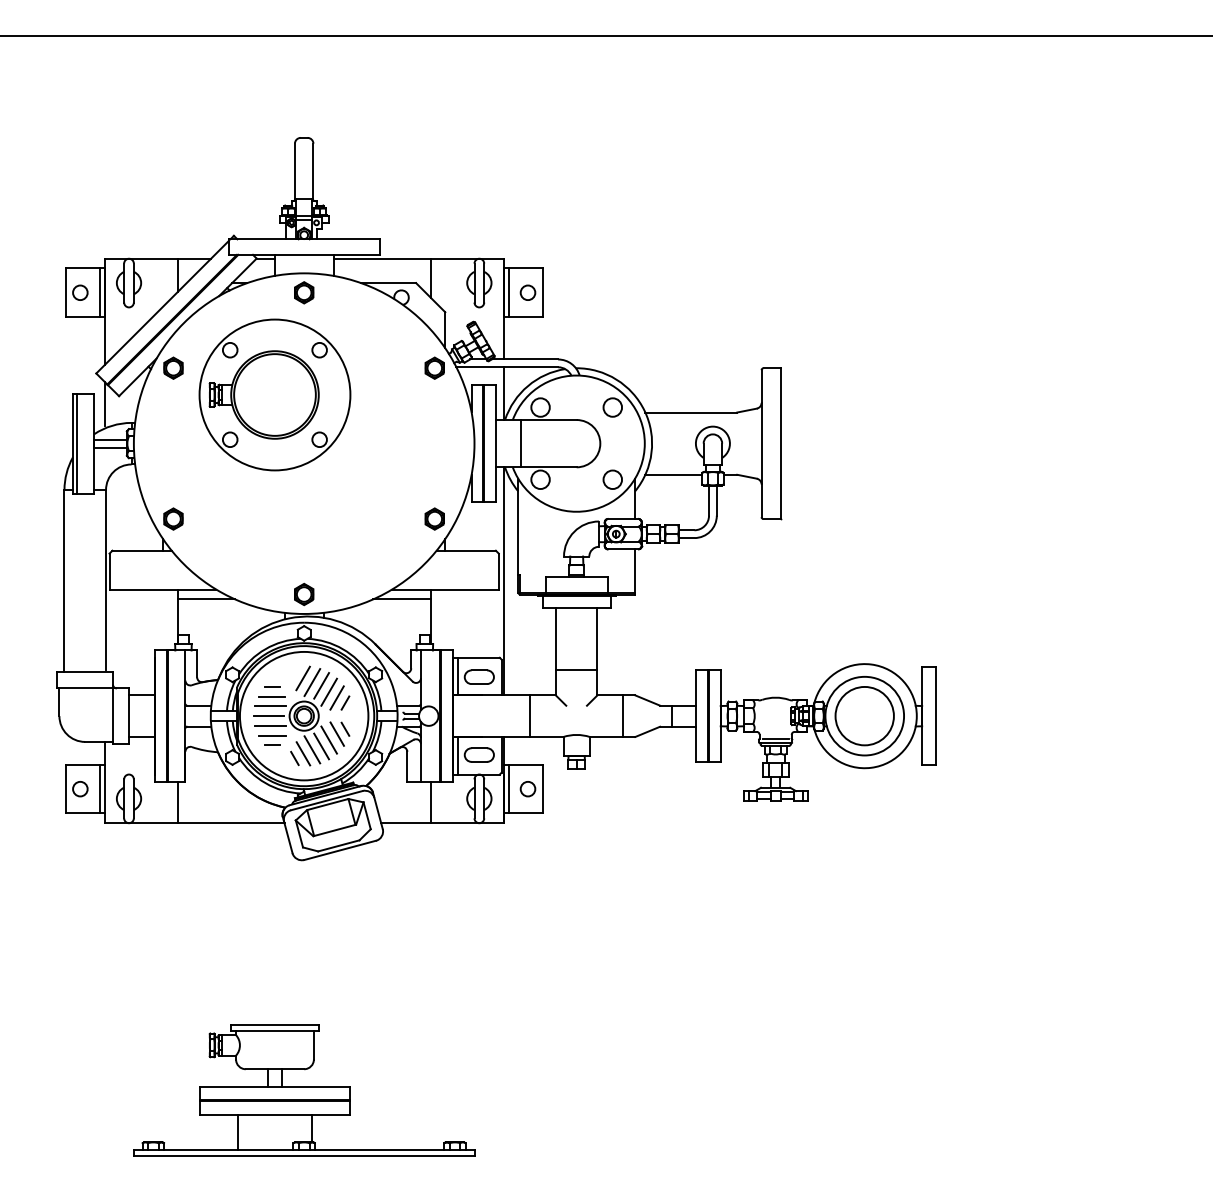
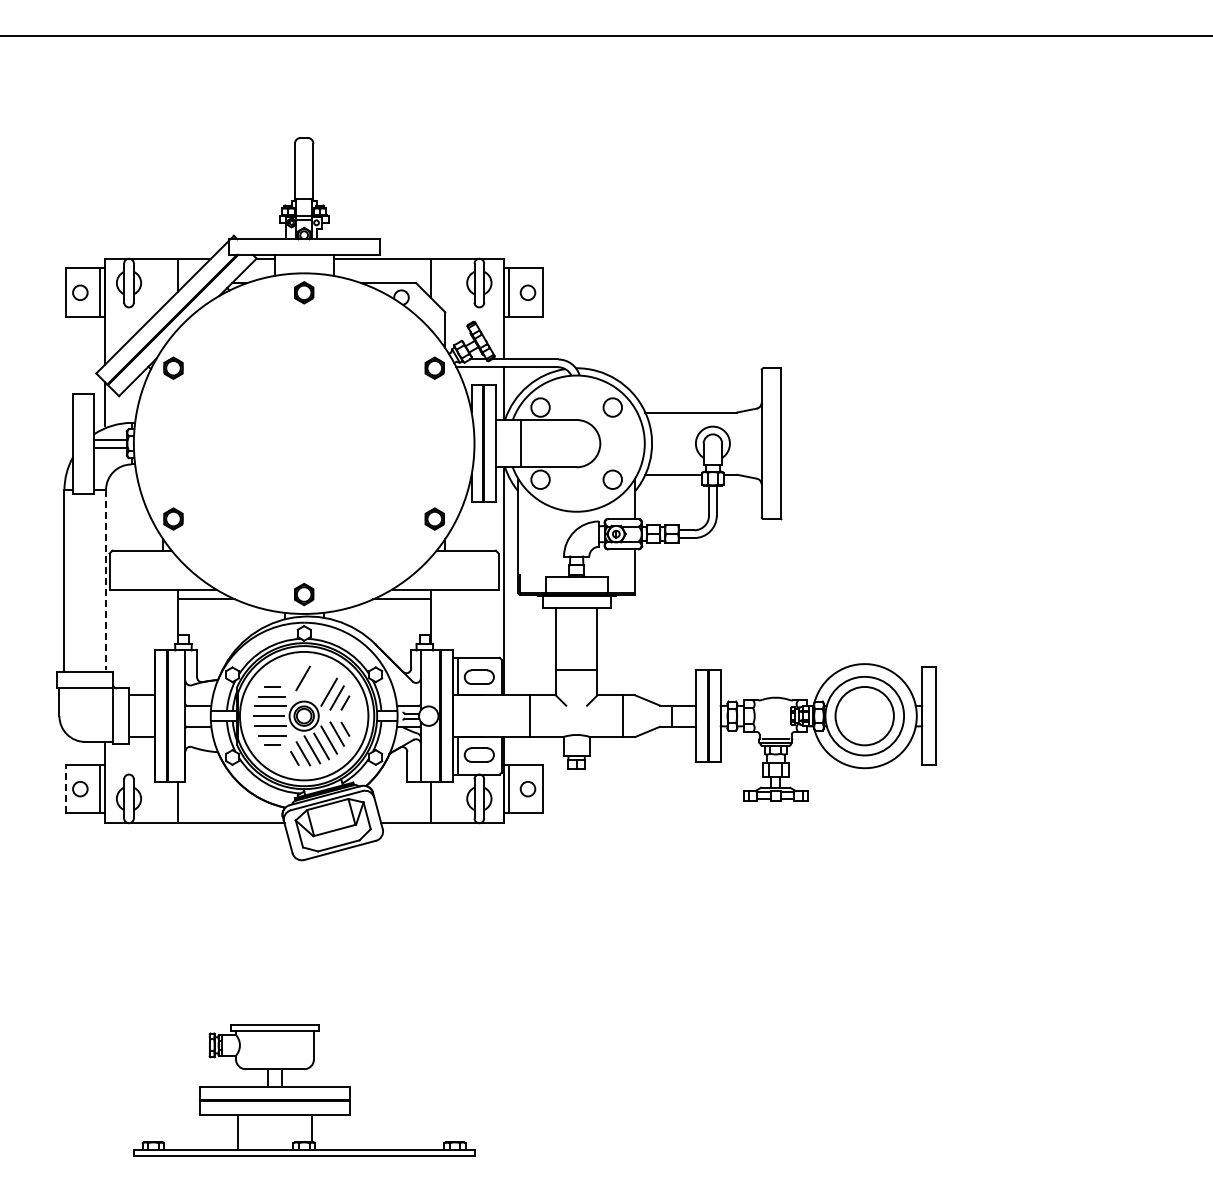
part at (274, 394): present -> none
line at (76, 443): present -> none
line at (105, 579): solid -> dashed
line at (312, 682): present -> none
line at (321, 685): present -> none
line at (65, 788): solid -> dashed
